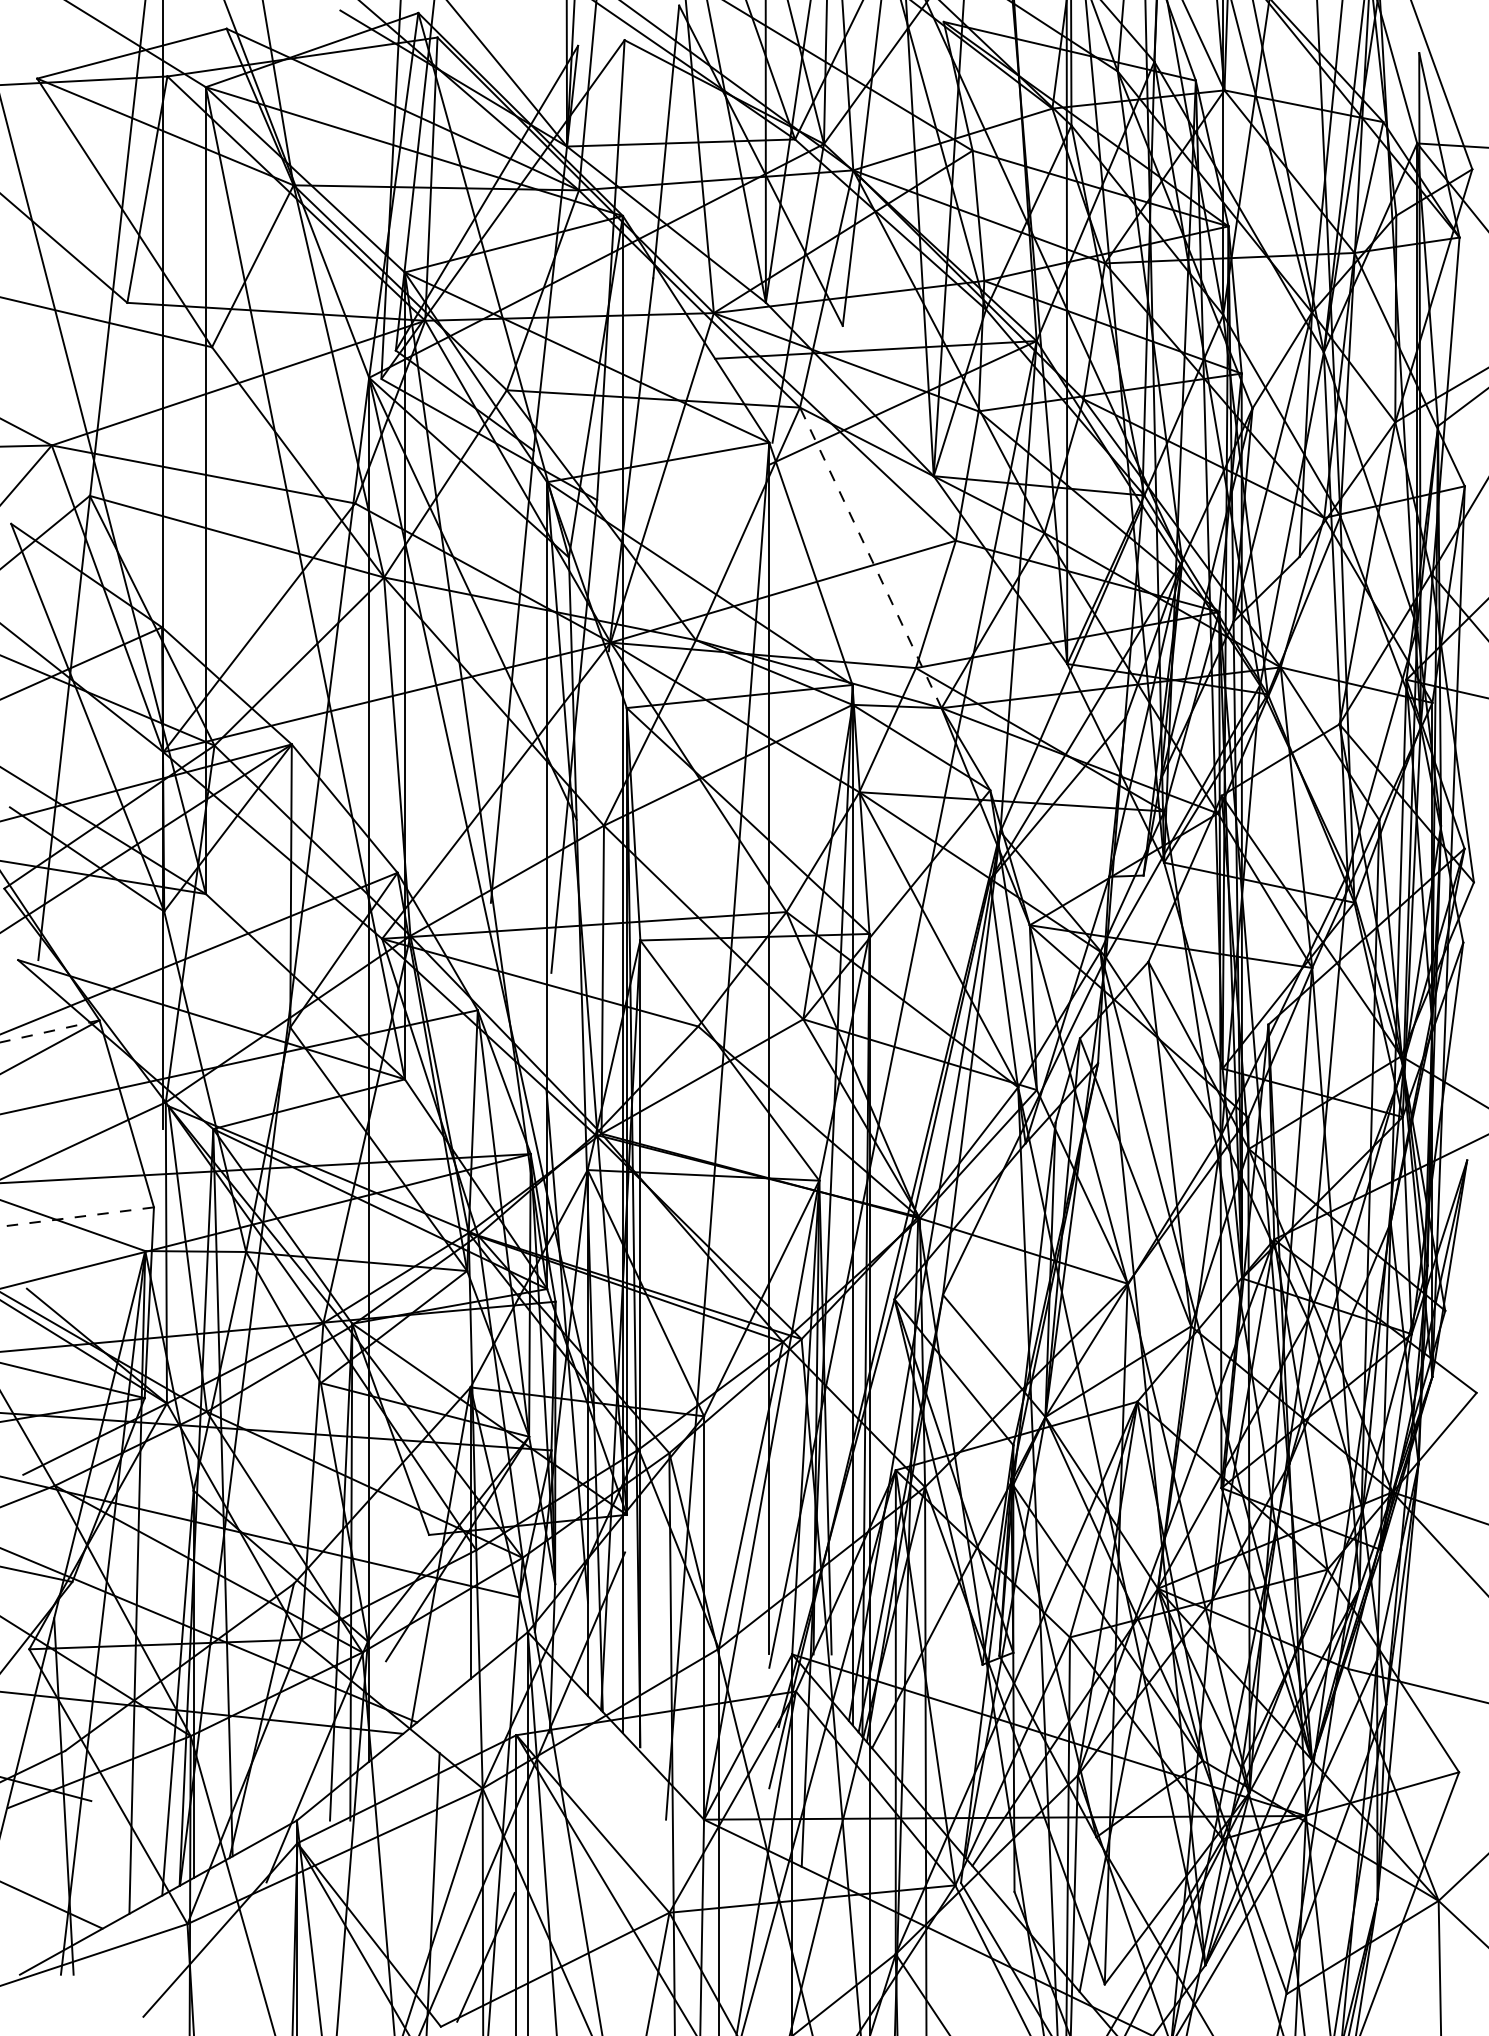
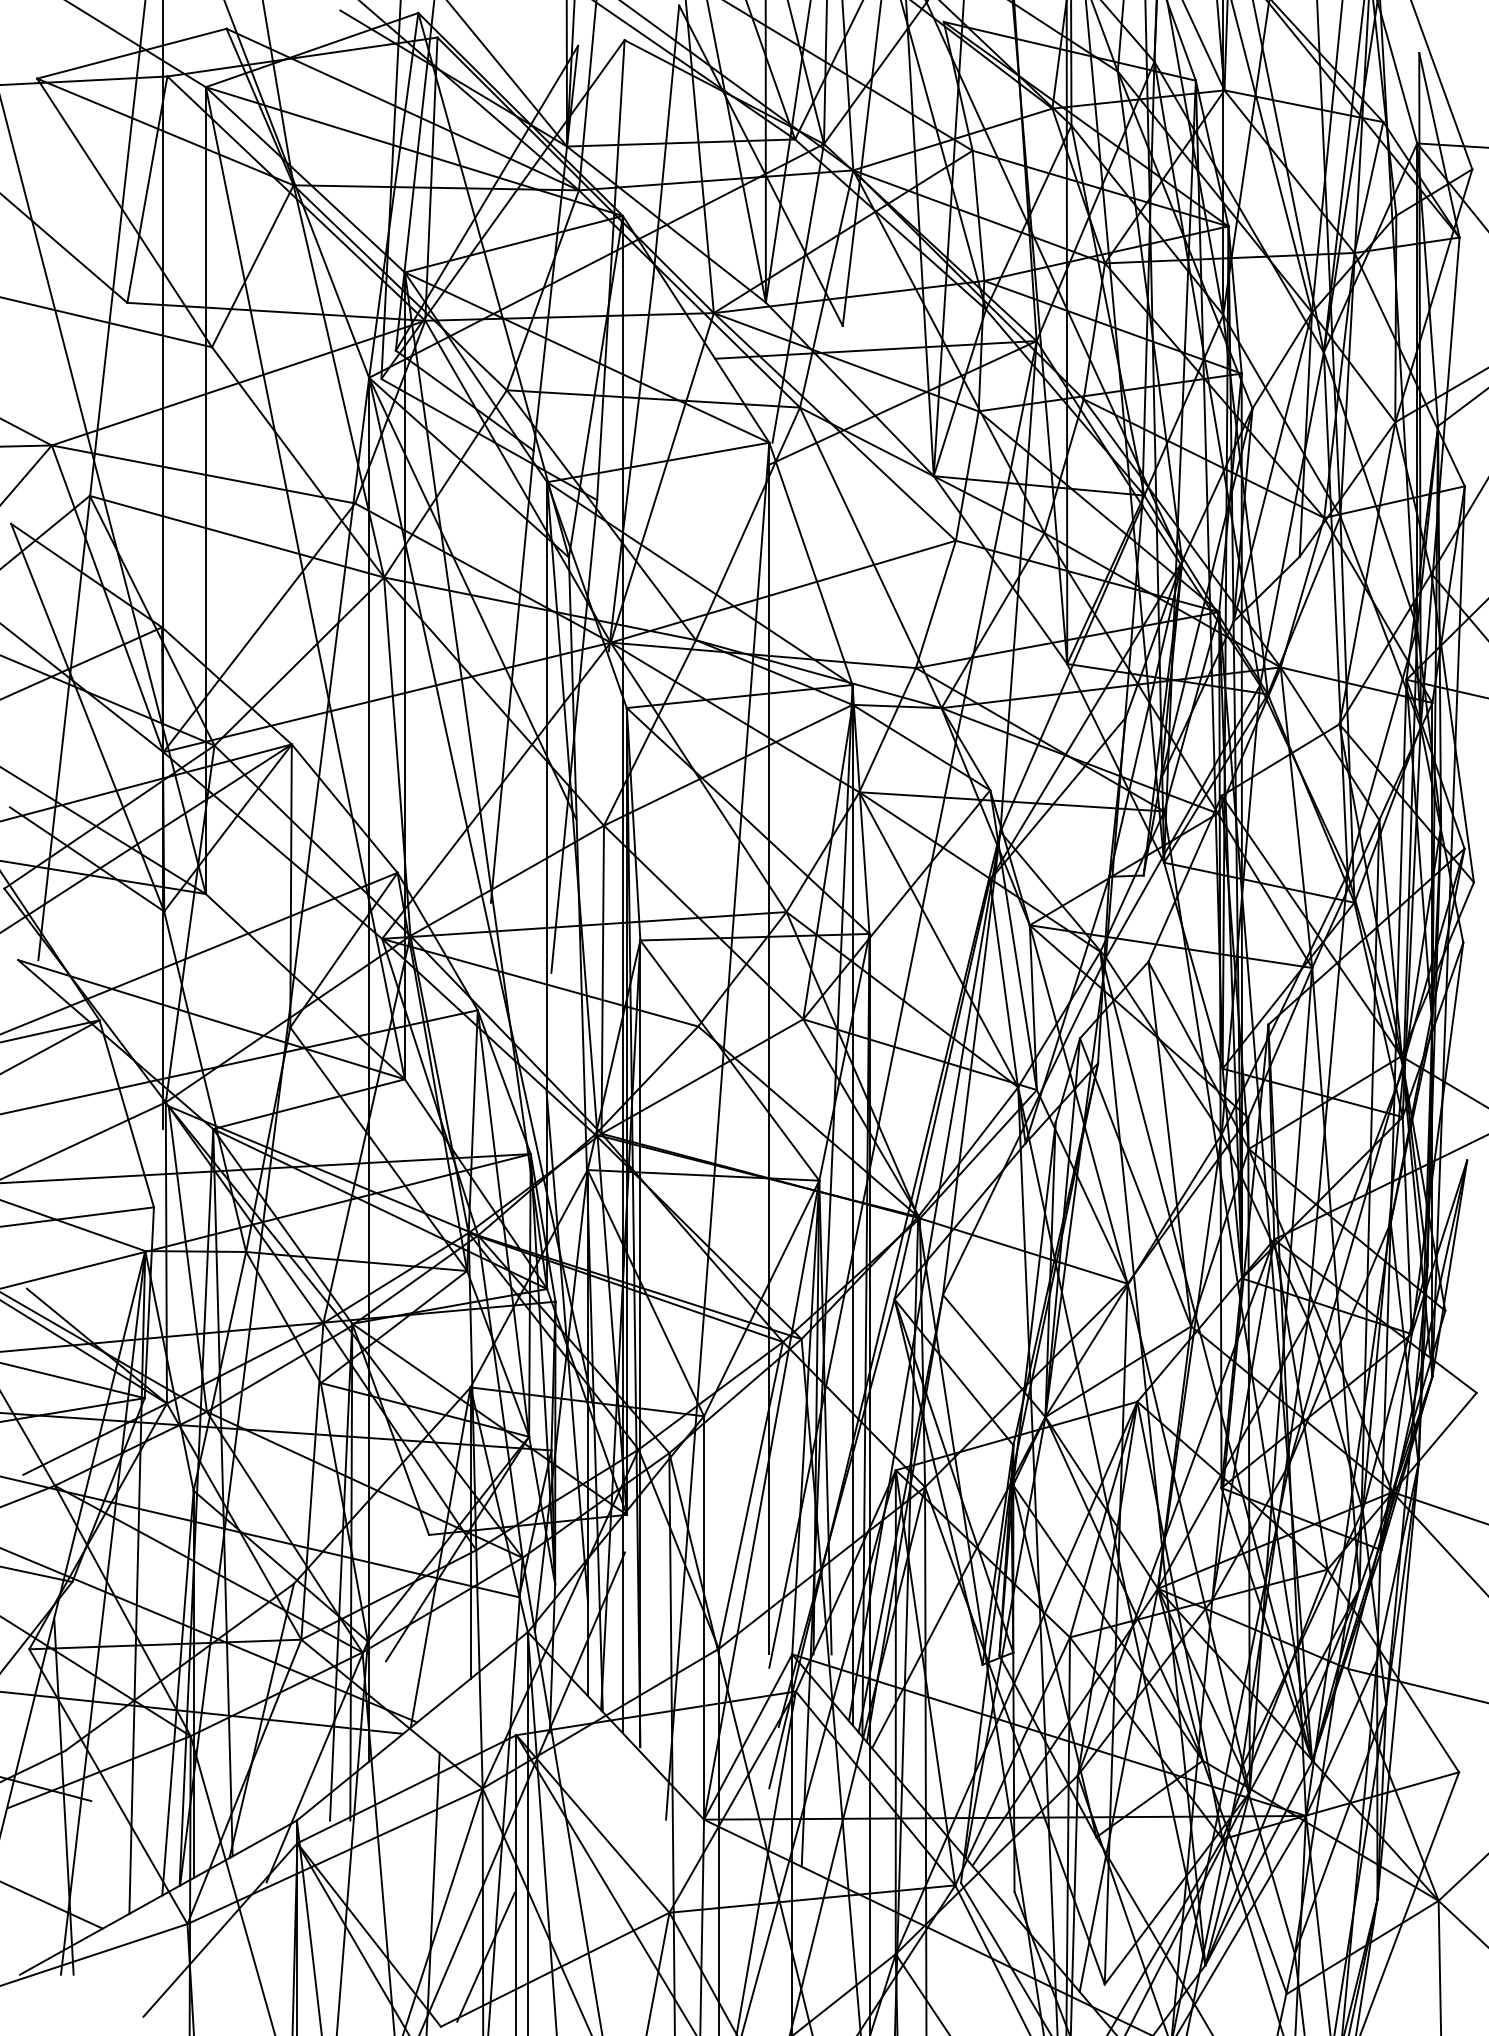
line at (870, 557): dashed -> solid
line at (49, 1031): dashed -> solid
line at (76, 1217): dashed -> solid
